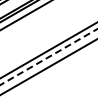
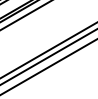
line at (48, 57): dashed -> solid
